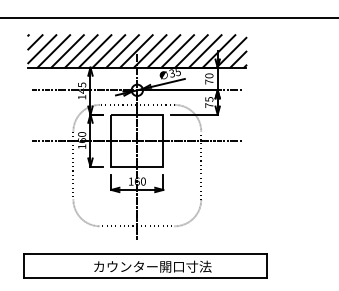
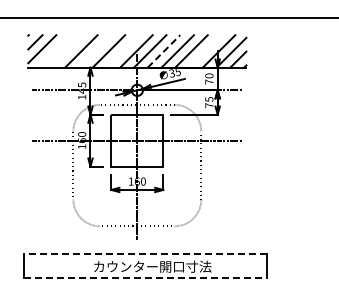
line at (53, 51): present -> none
line at (67, 51): present -> none
line at (94, 51): present -> none
line at (122, 51): present -> none
line at (164, 51): solid -> dashed
line at (205, 51): present -> none
line at (145, 253): solid -> dashed
line at (145, 278): solid -> dashed
